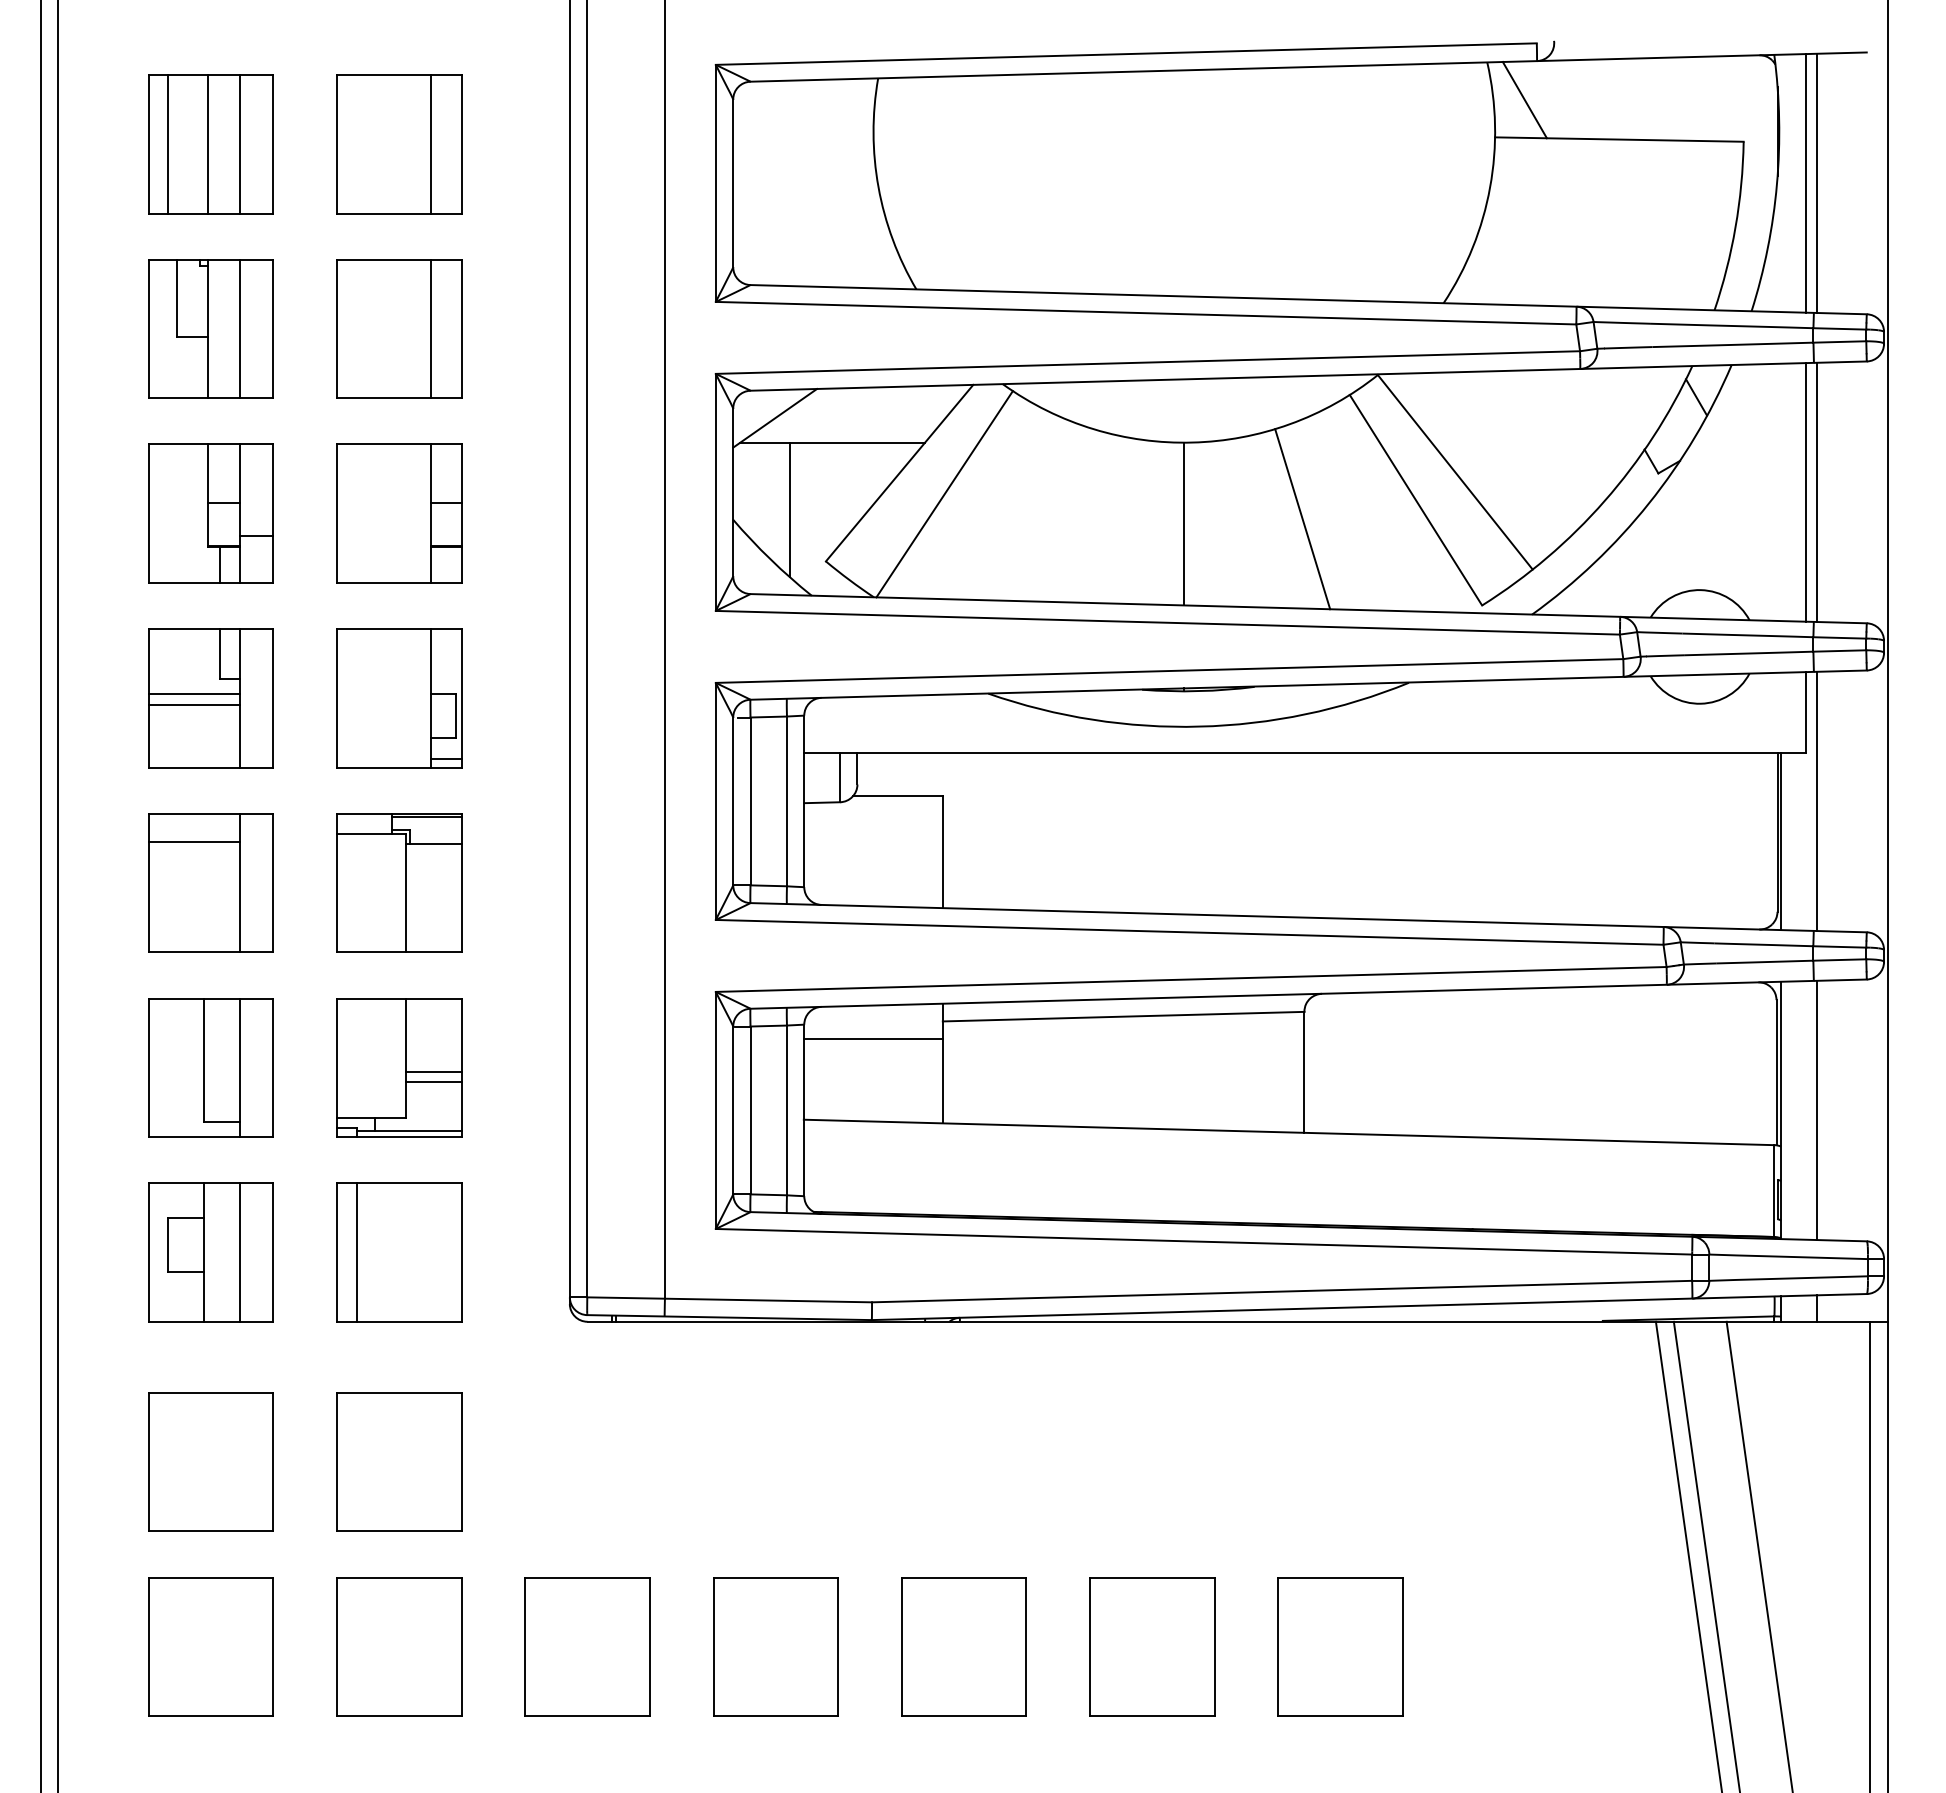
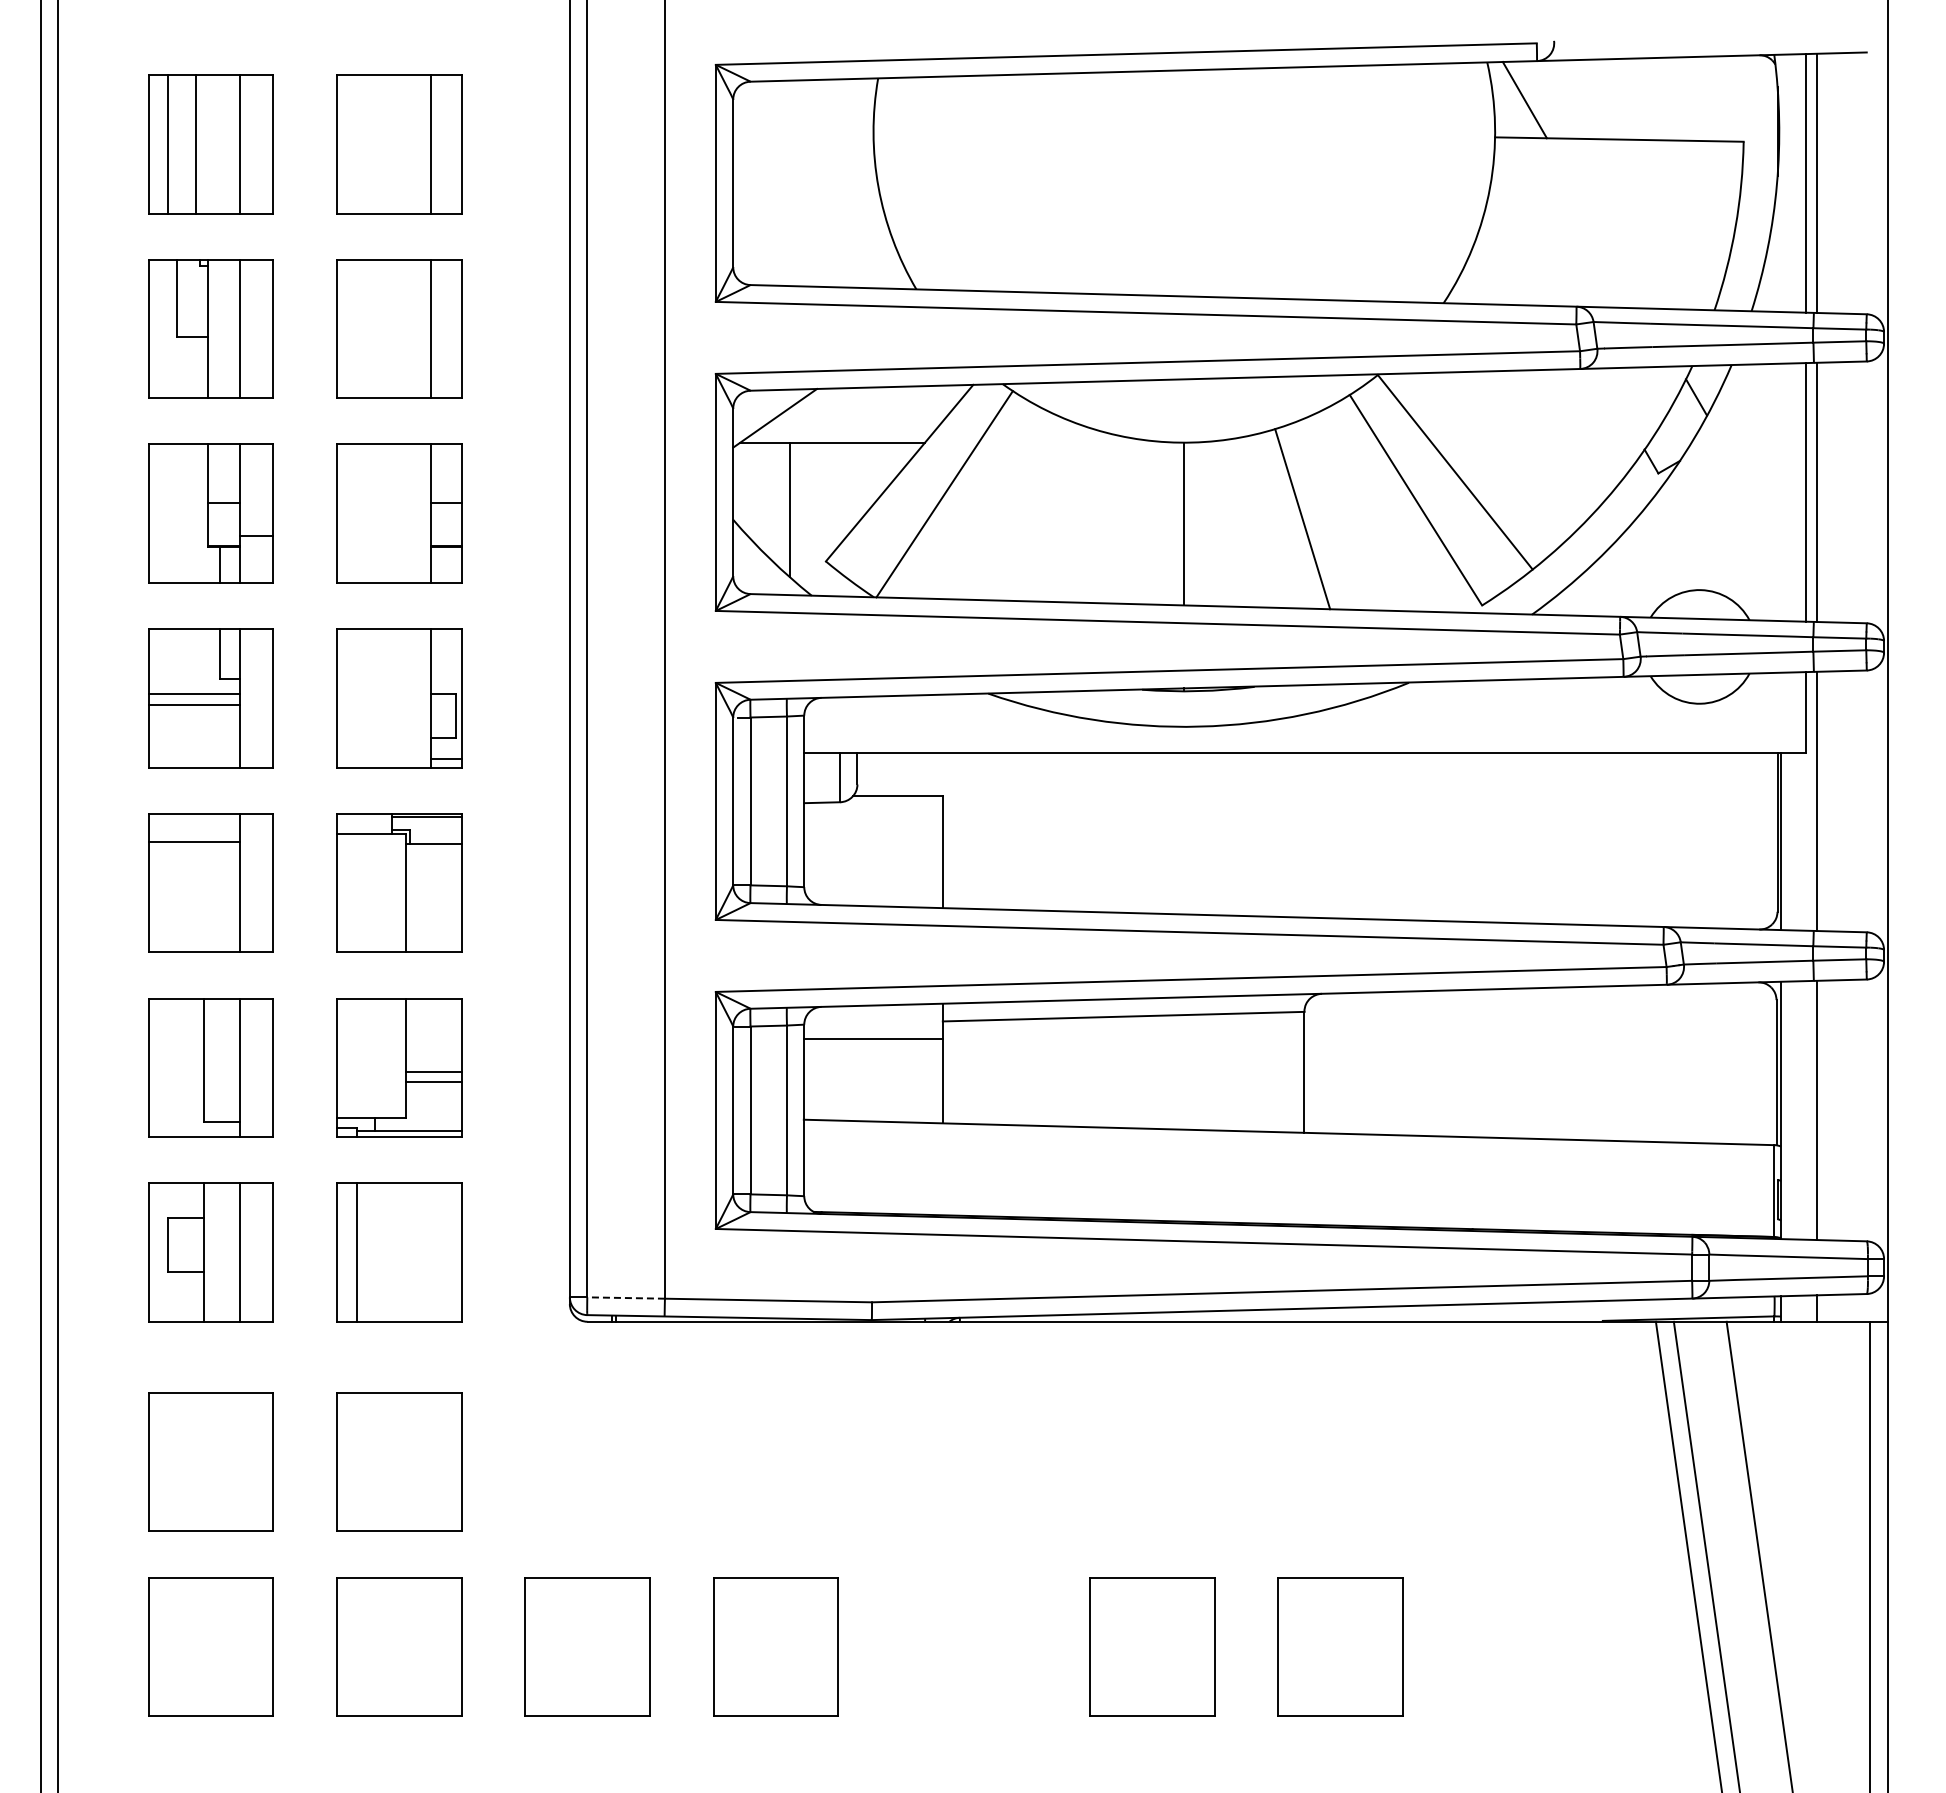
line at (207, 144) position: (207, 144) -> (195, 144)
line at (626, 1298): solid -> dashed
part at (963, 1646): present -> none
